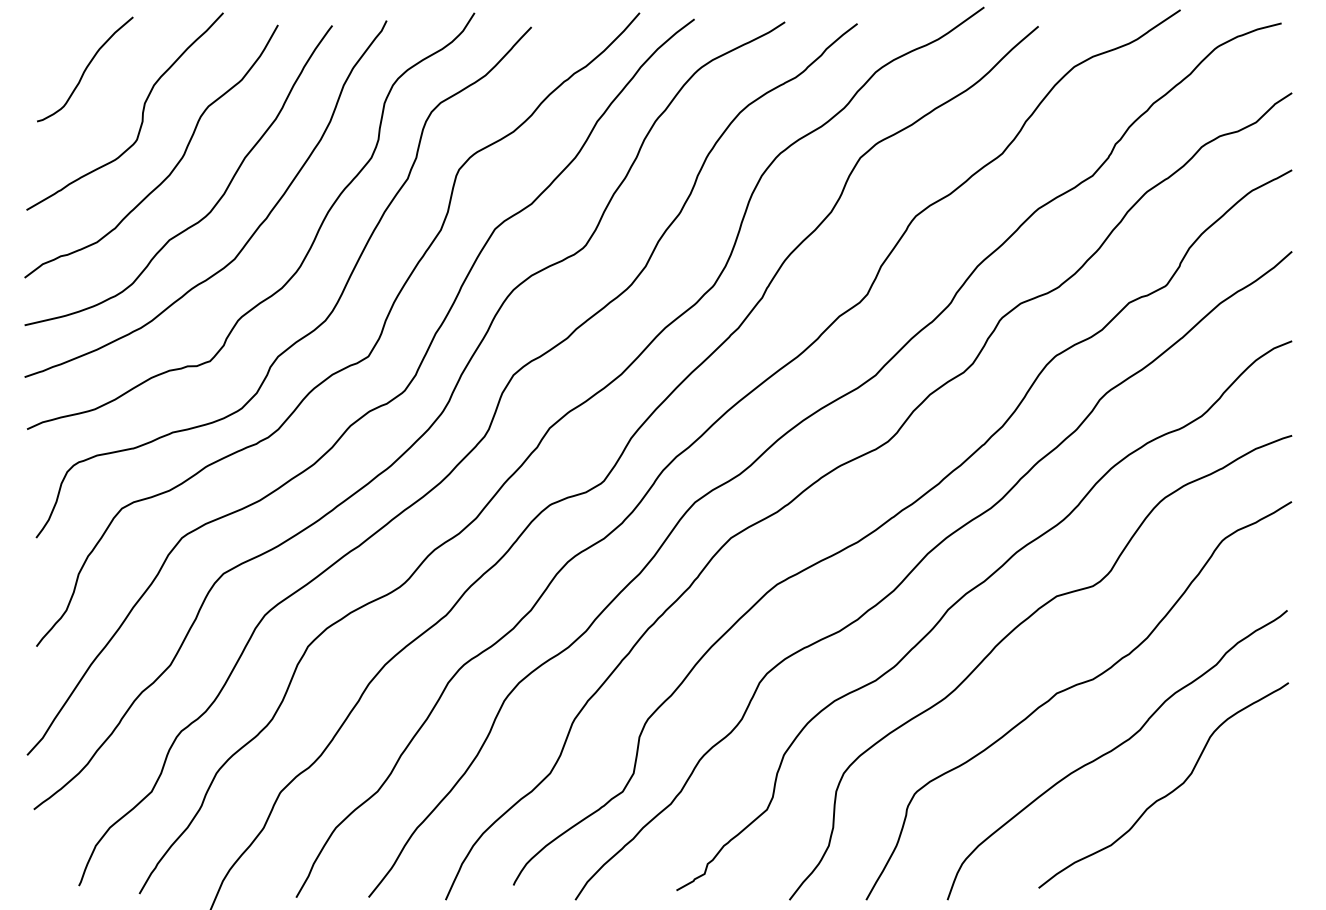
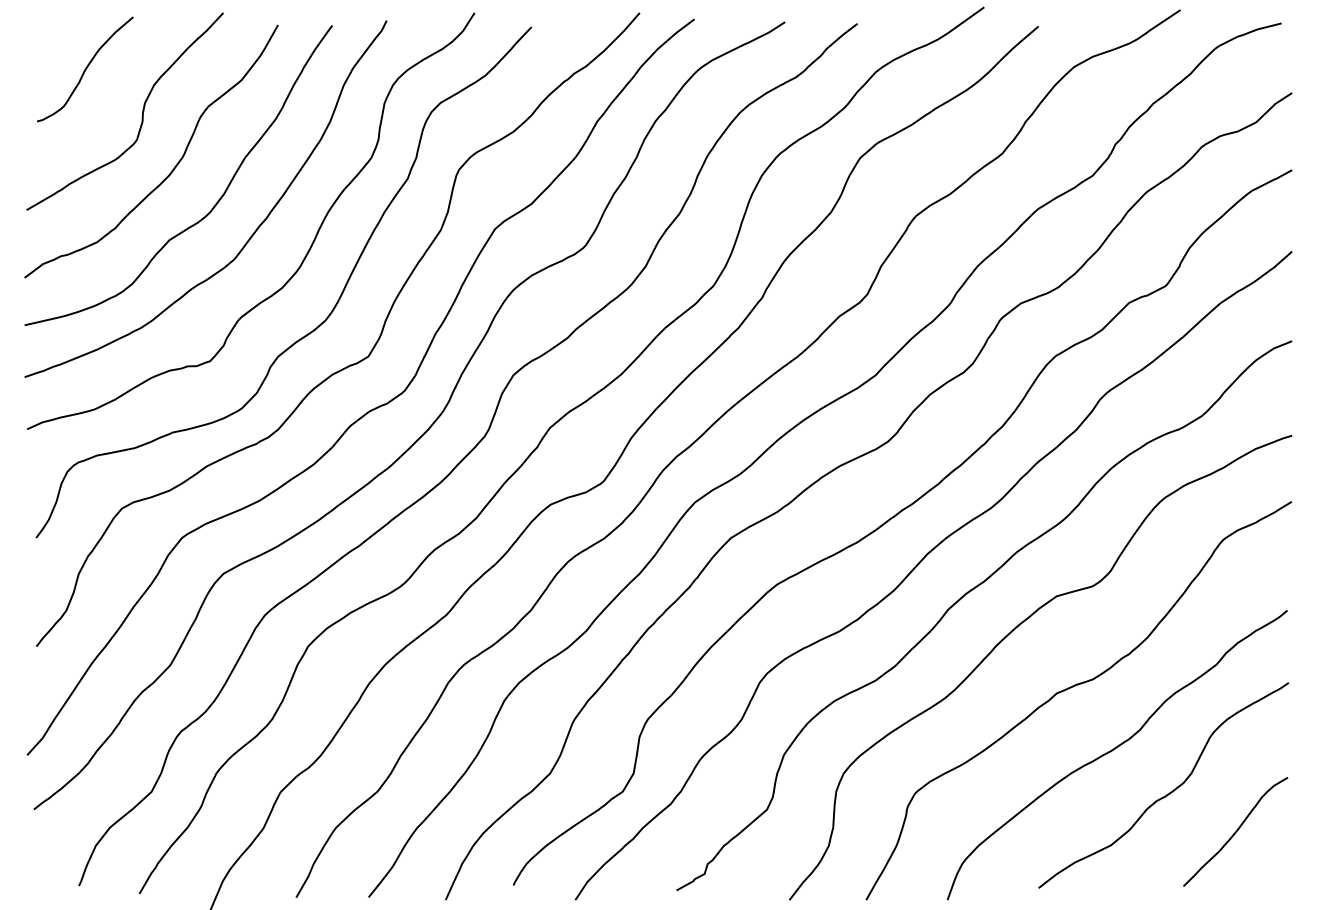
curve at (1235, 831): none -> present
